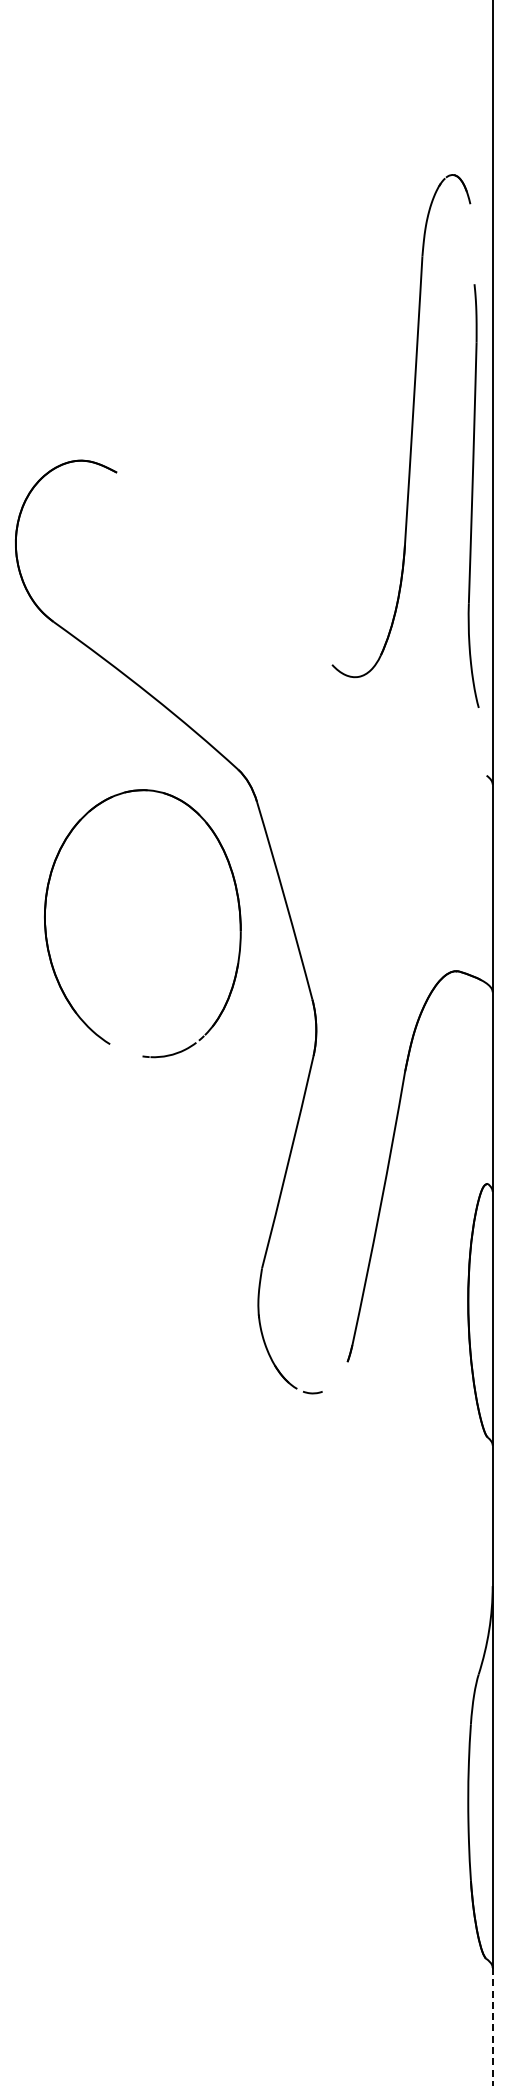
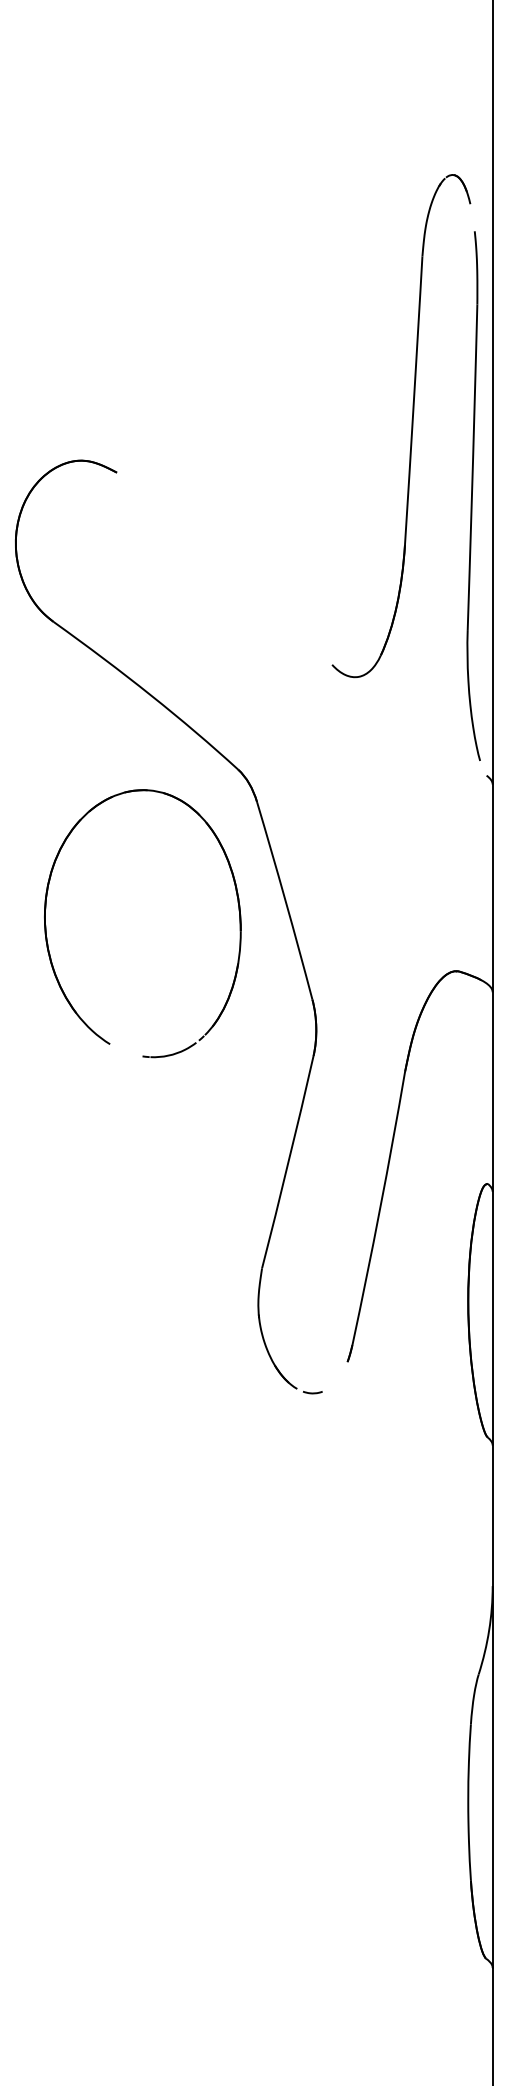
part at (473, 495) size: 13x424 px -> 15x530 px
line at (492, 2026): dashed -> solid
